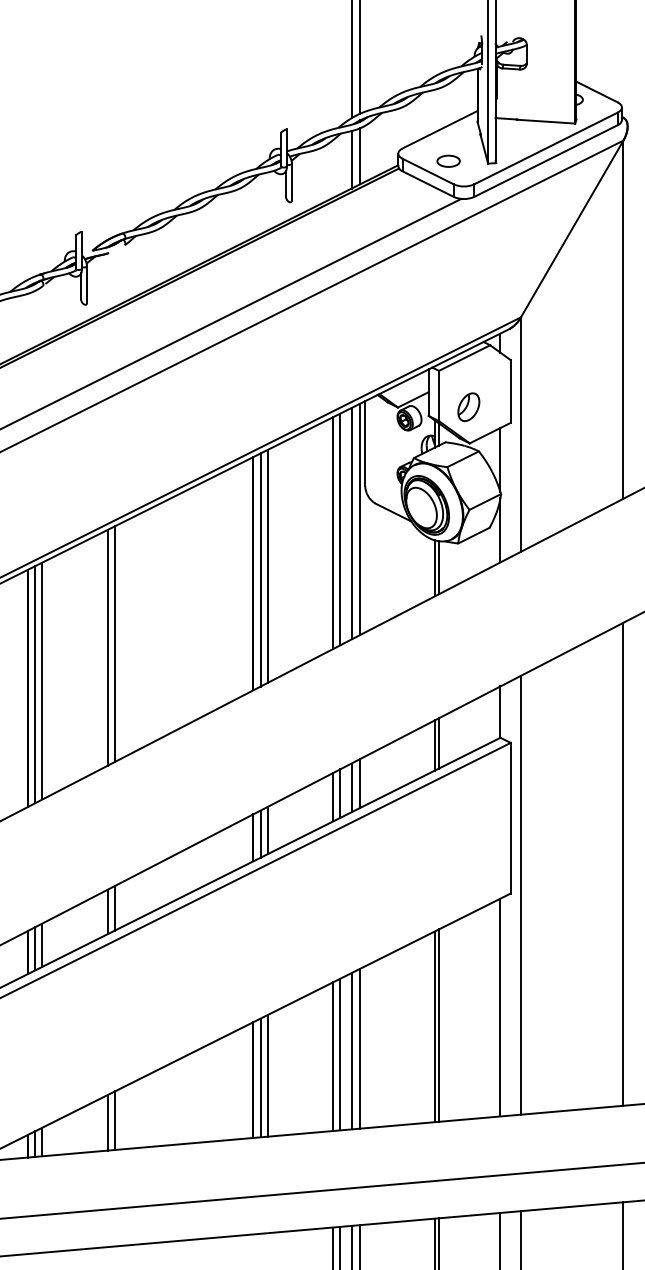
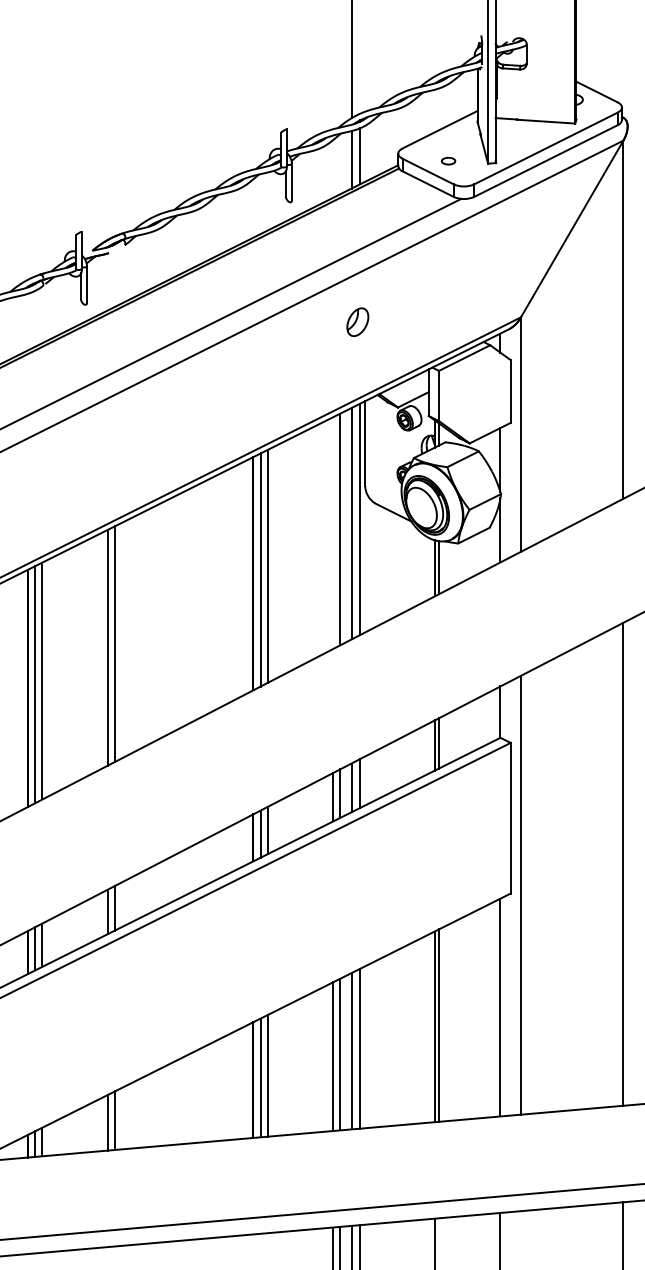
line at (360, 57): present -> none
part at (448, 160) size: 25x14 px -> 16x10 px
part at (468, 407) position: (468, 407) -> (357, 322)
line at (333, 533): present -> none
line at (321, 1190) position: (321, 1190) -> (321, 1211)
line at (520, 1238): present -> none
line at (439, 1242): present -> none
